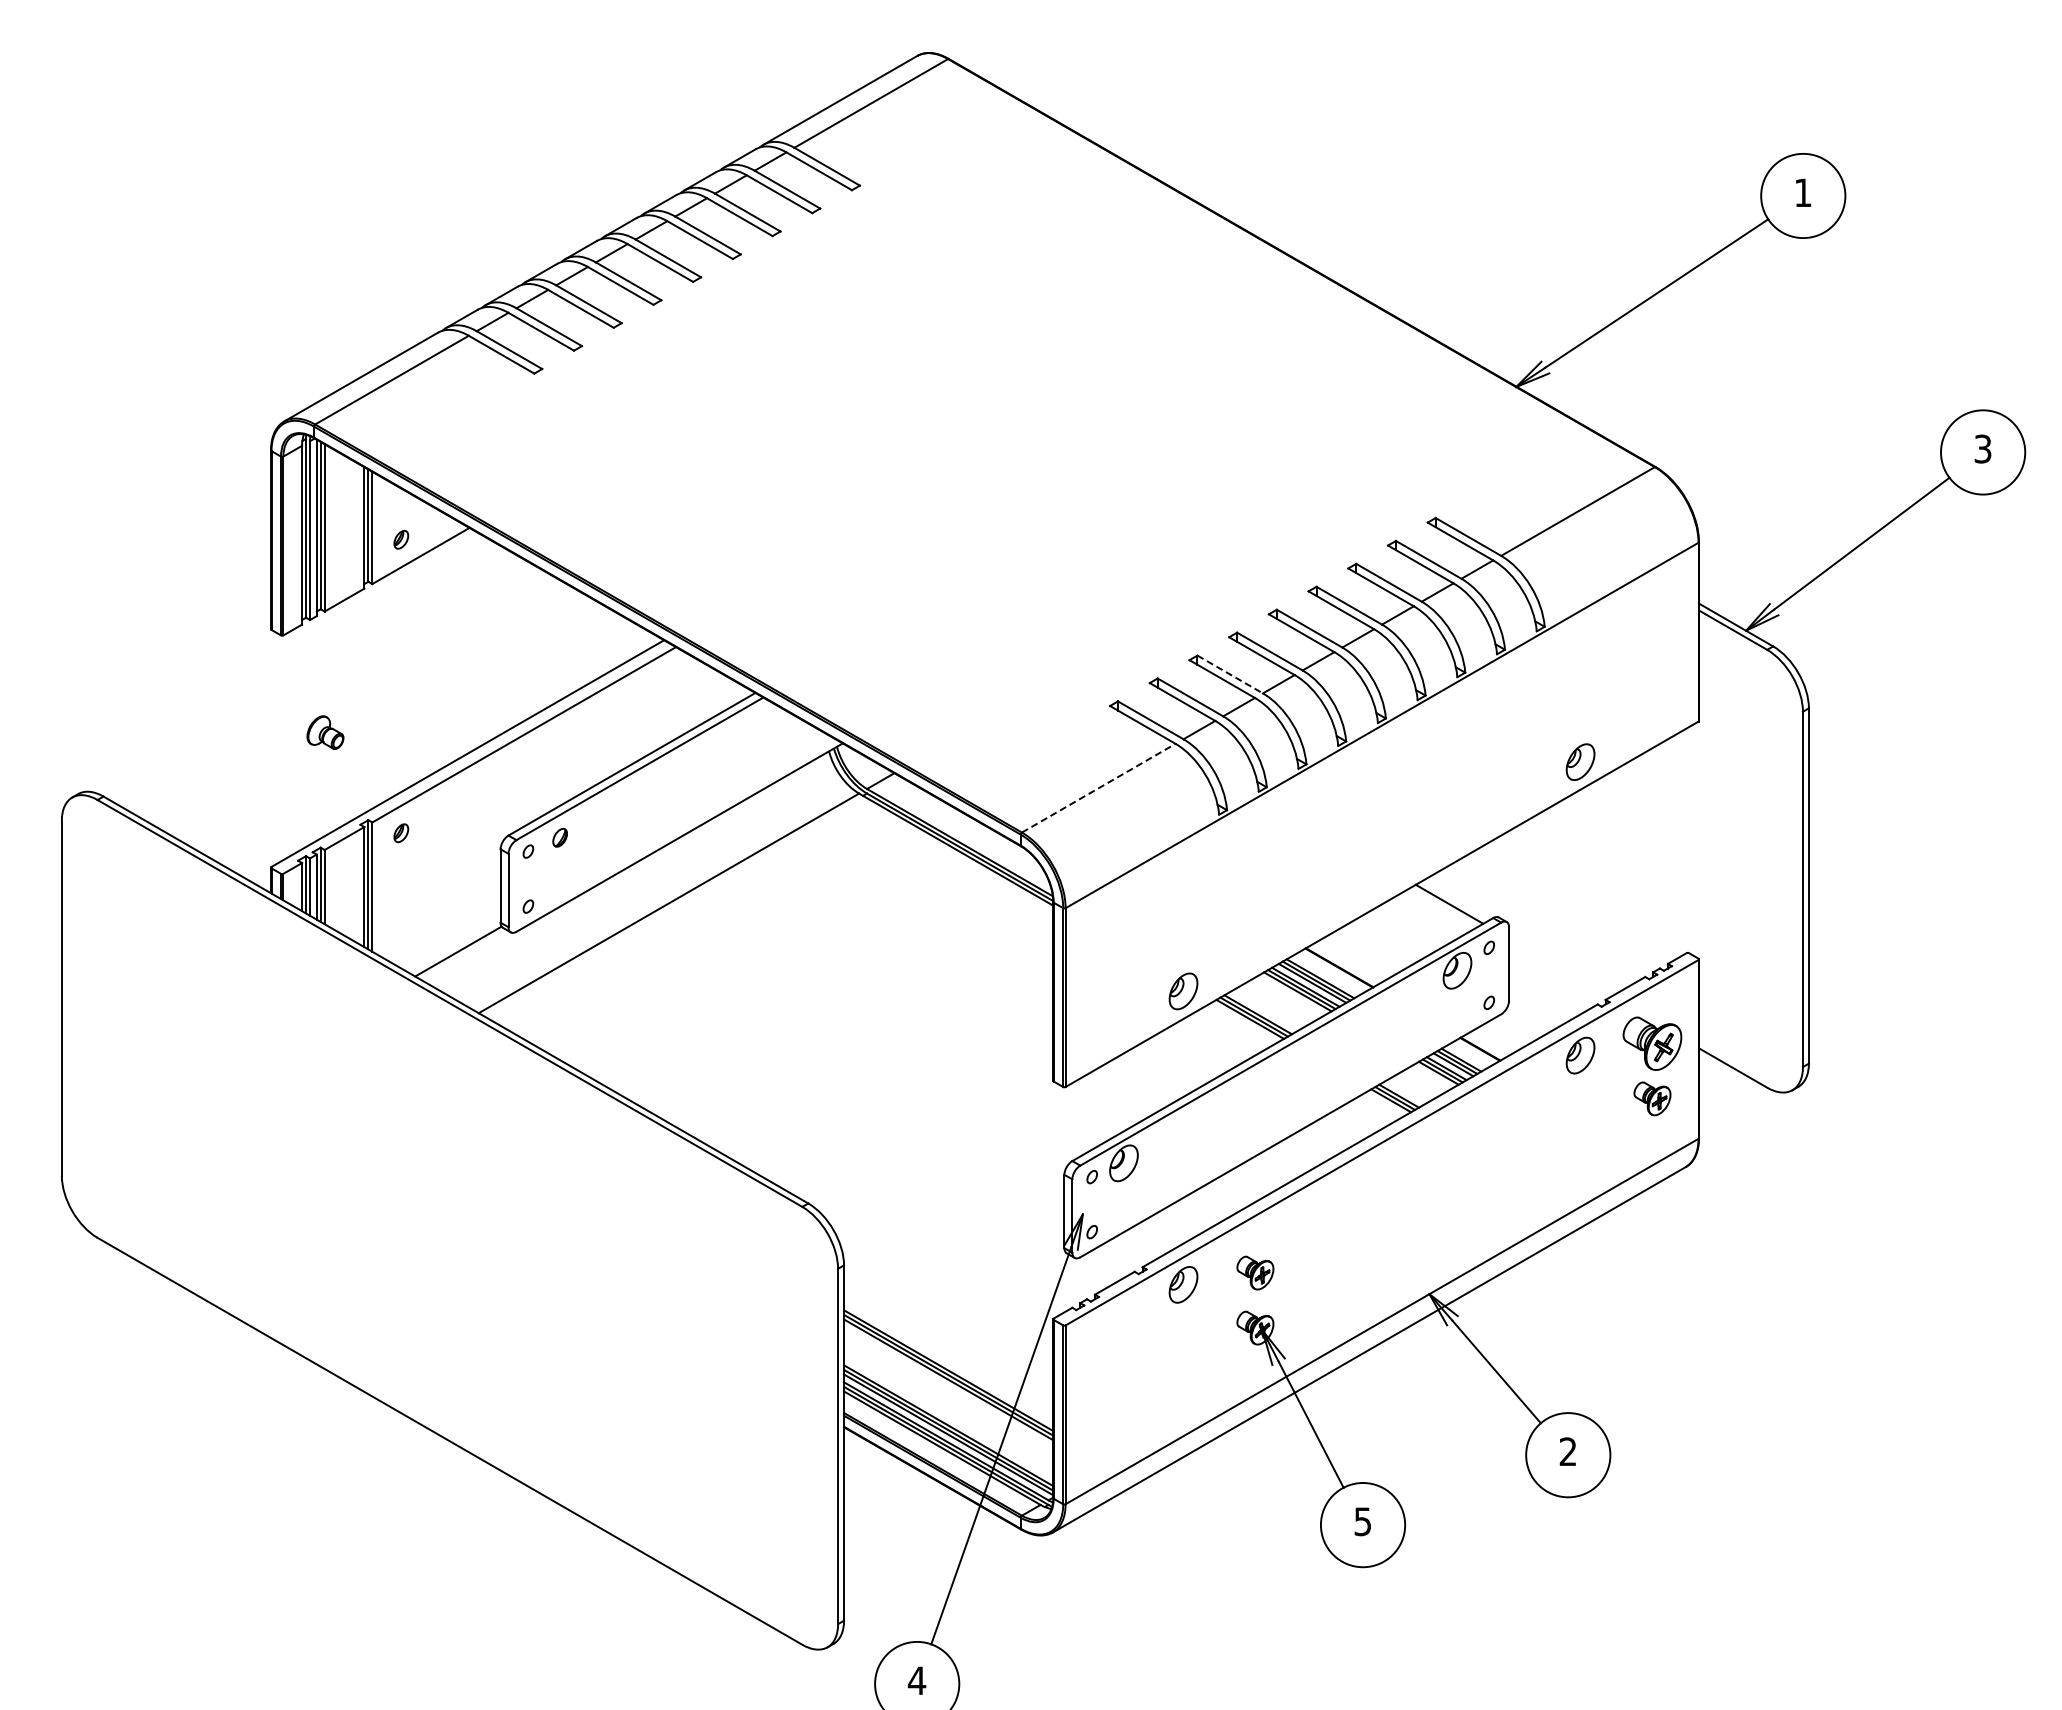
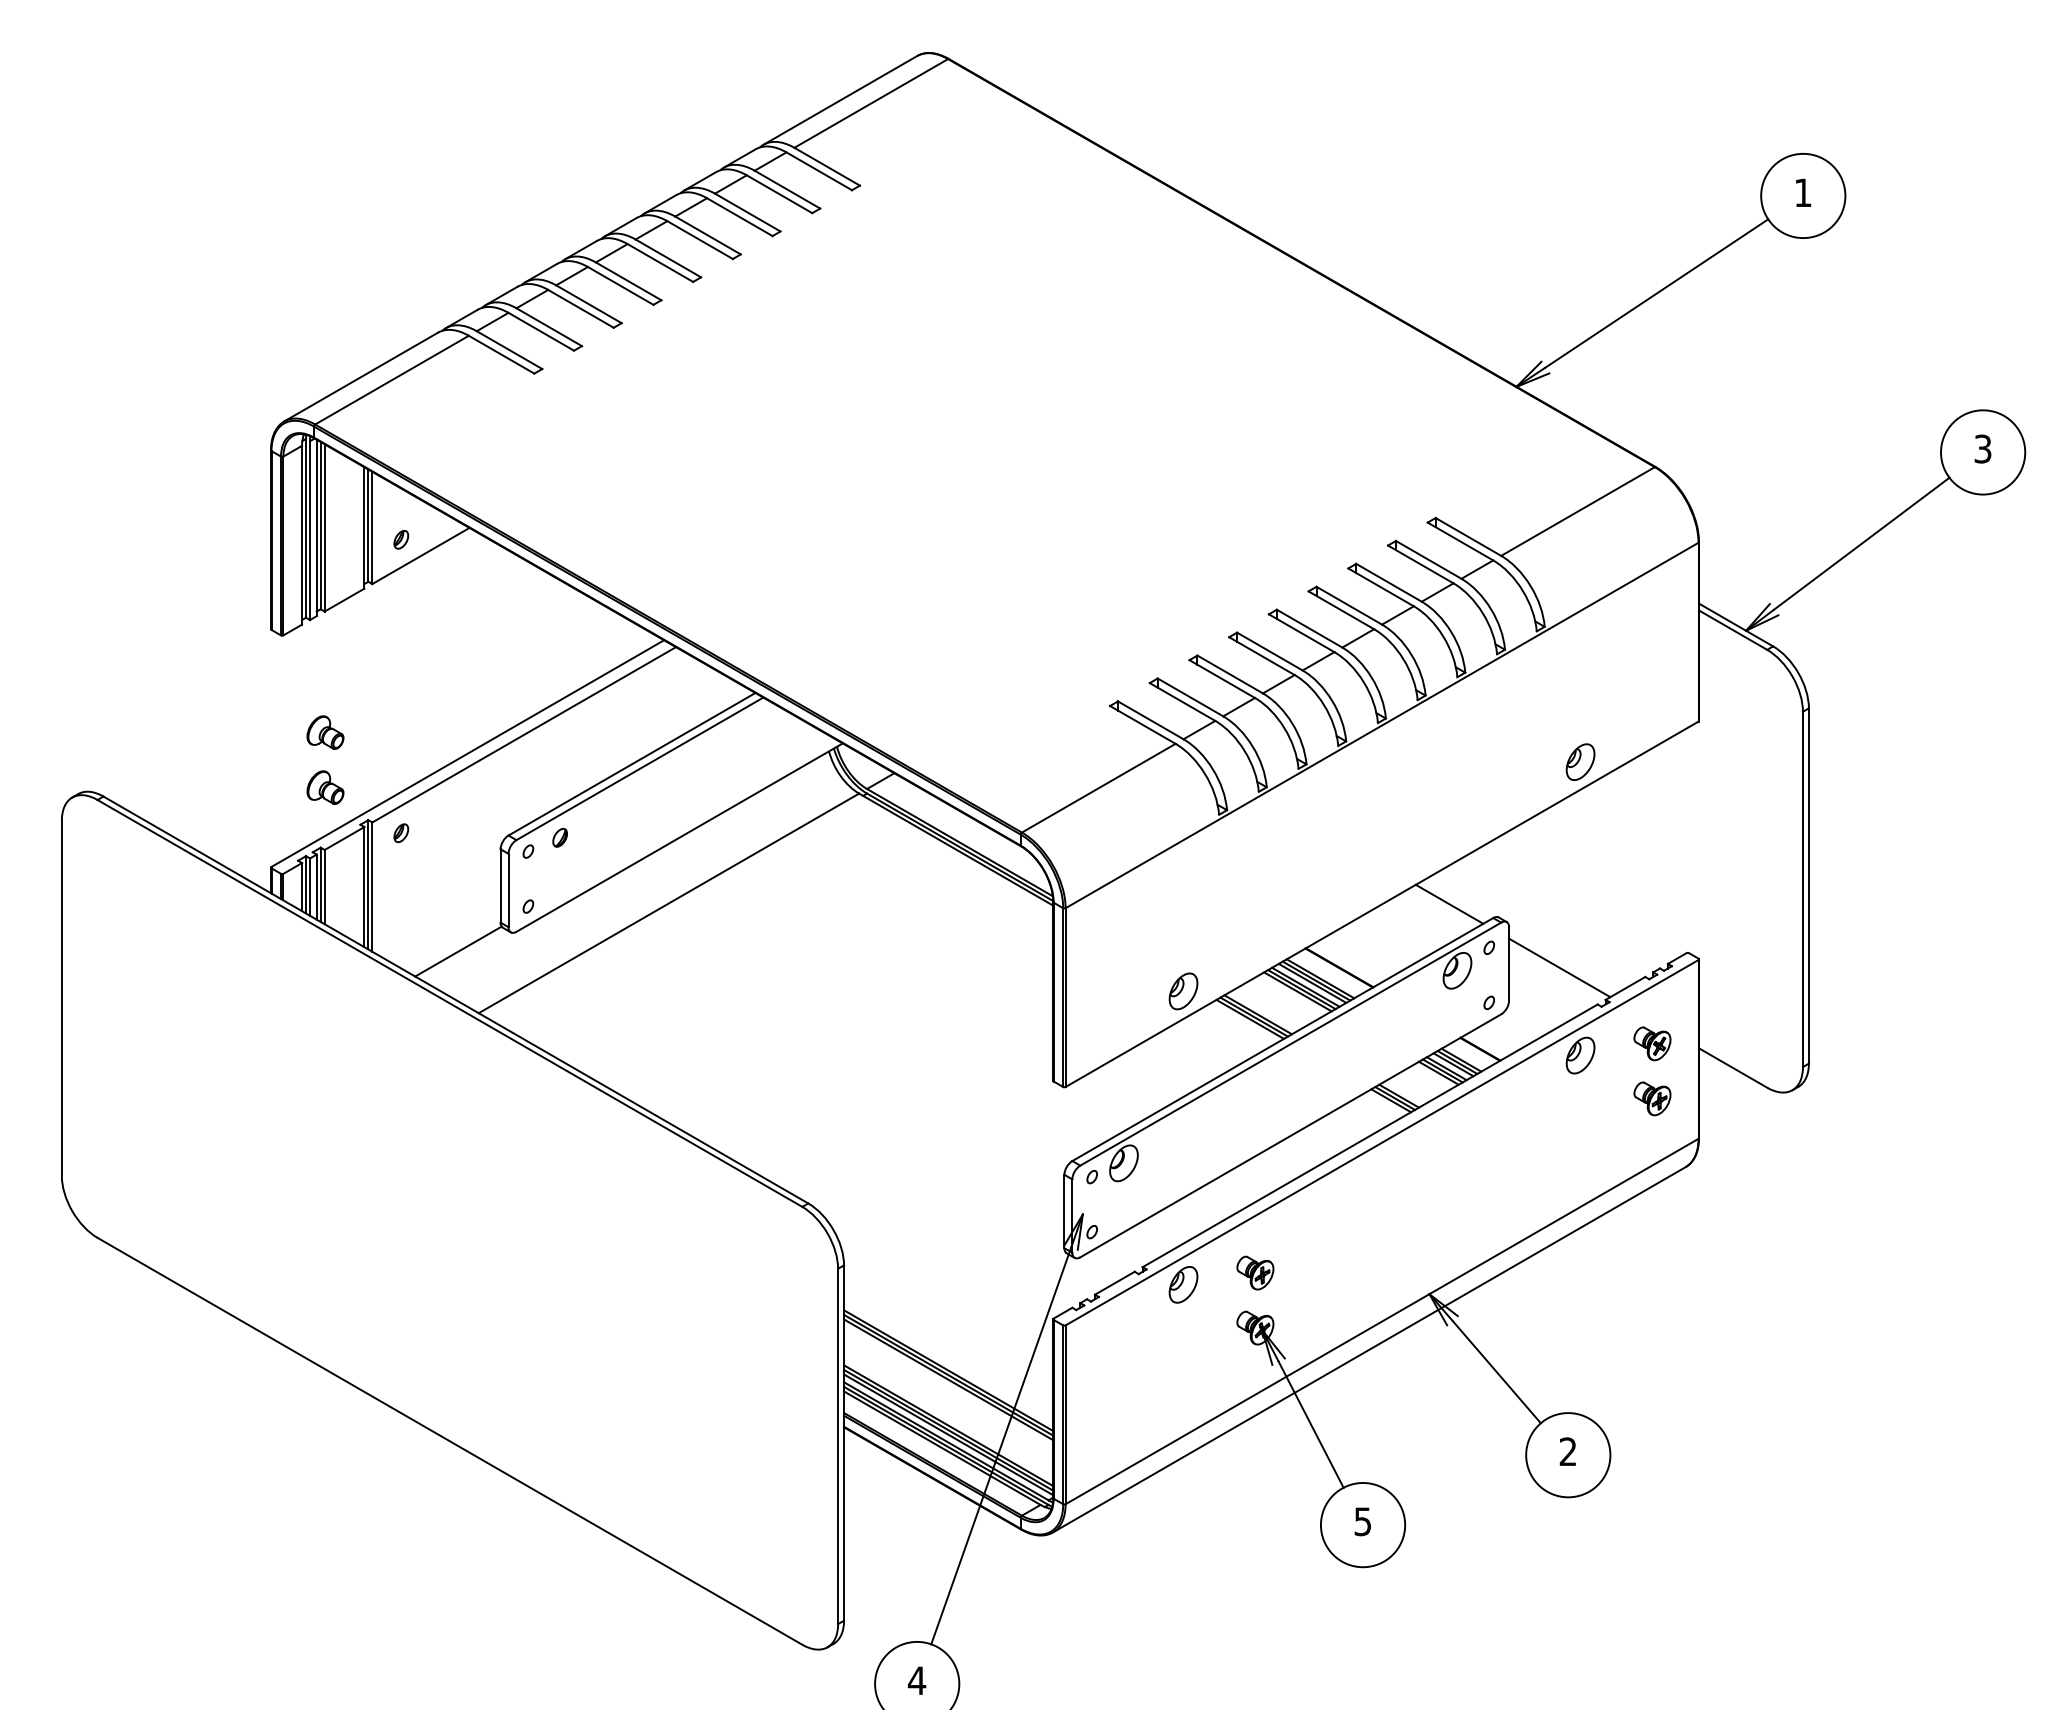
line at (1230, 674): dashed -> solid
part at (325, 787): none -> present
line at (1098, 788): dashed -> solid
line at (1559, 967): none -> present
part at (1652, 1043) size: 61x55 px -> 39x36 px
